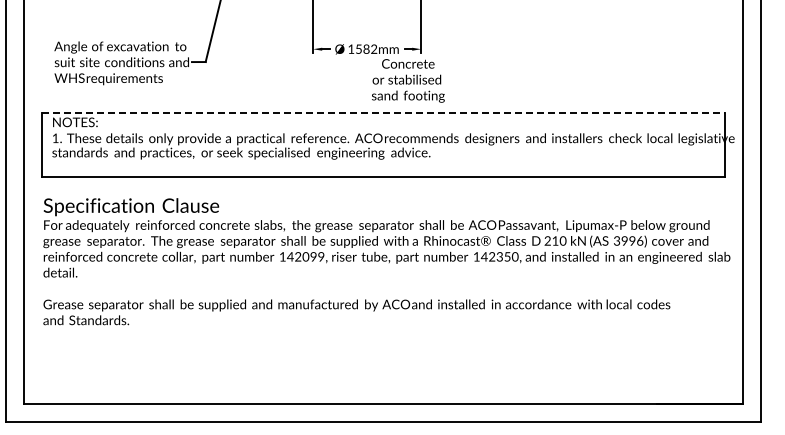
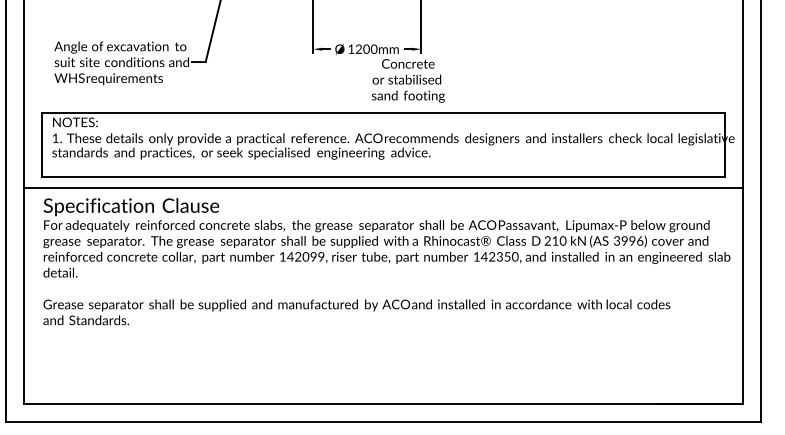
text at (366, 48): 1582mm -> 1200mm
line at (383, 113): dashed -> solid
line at (383, 188): none -> present
